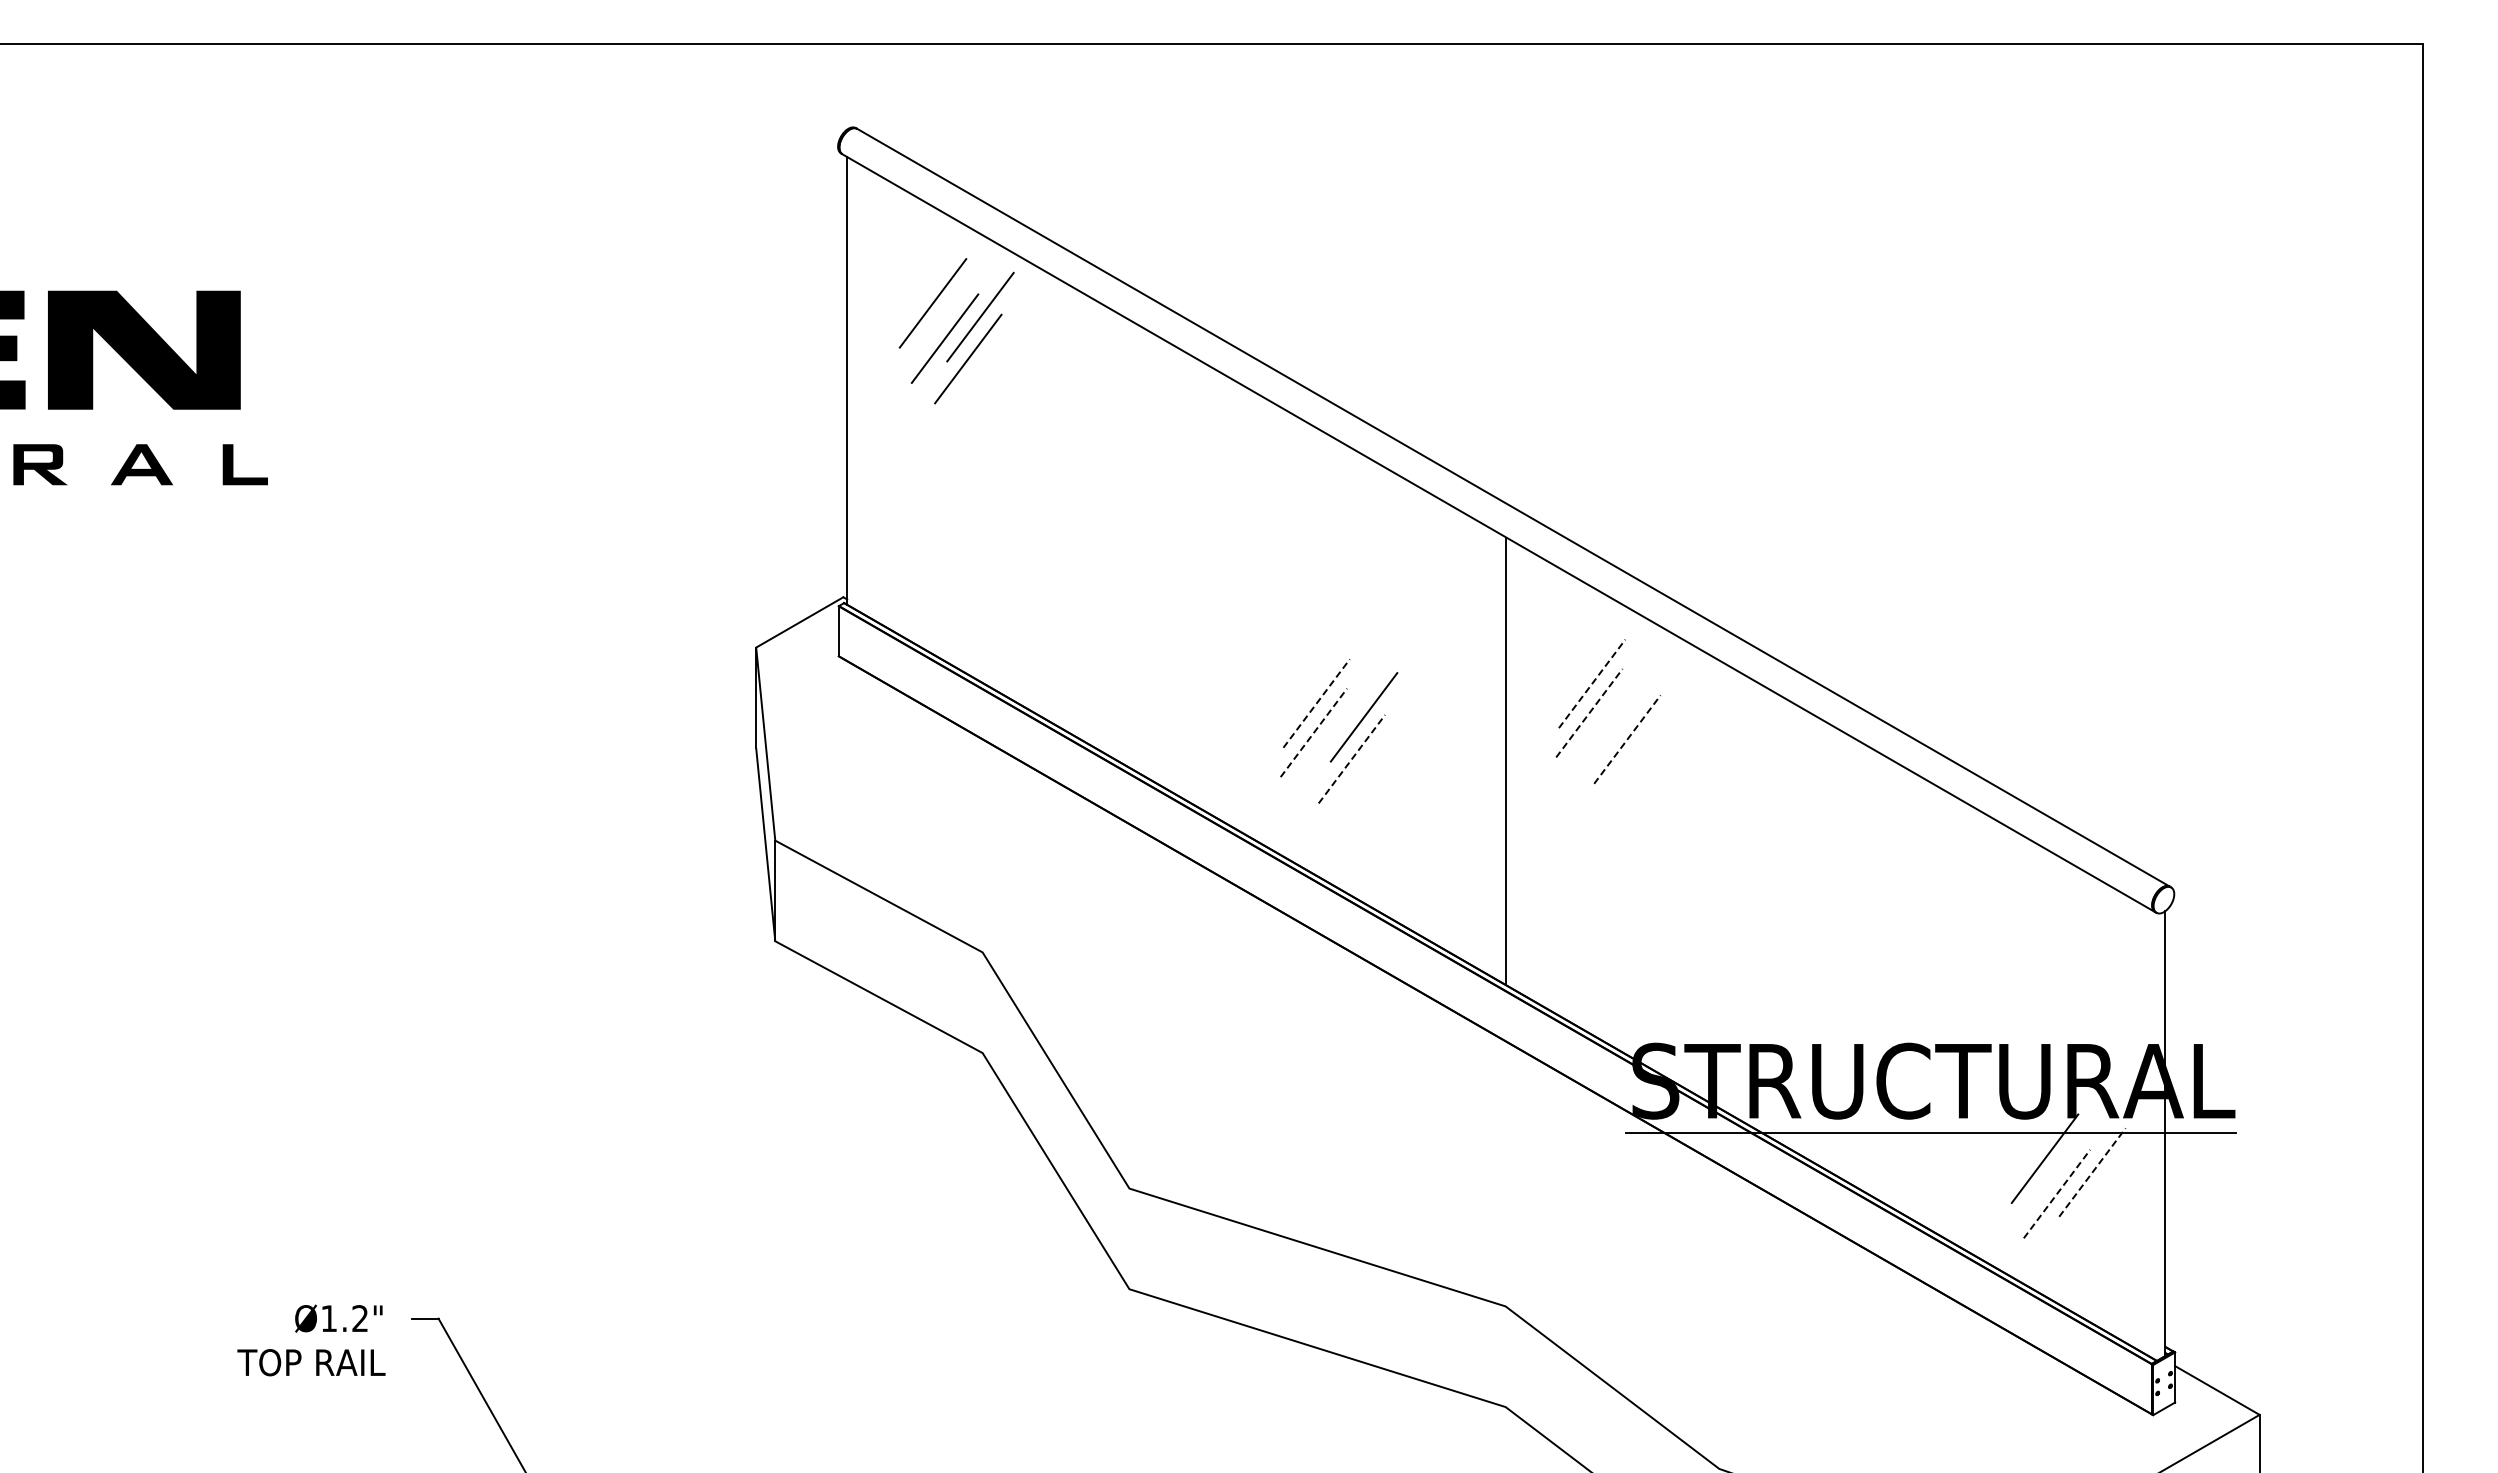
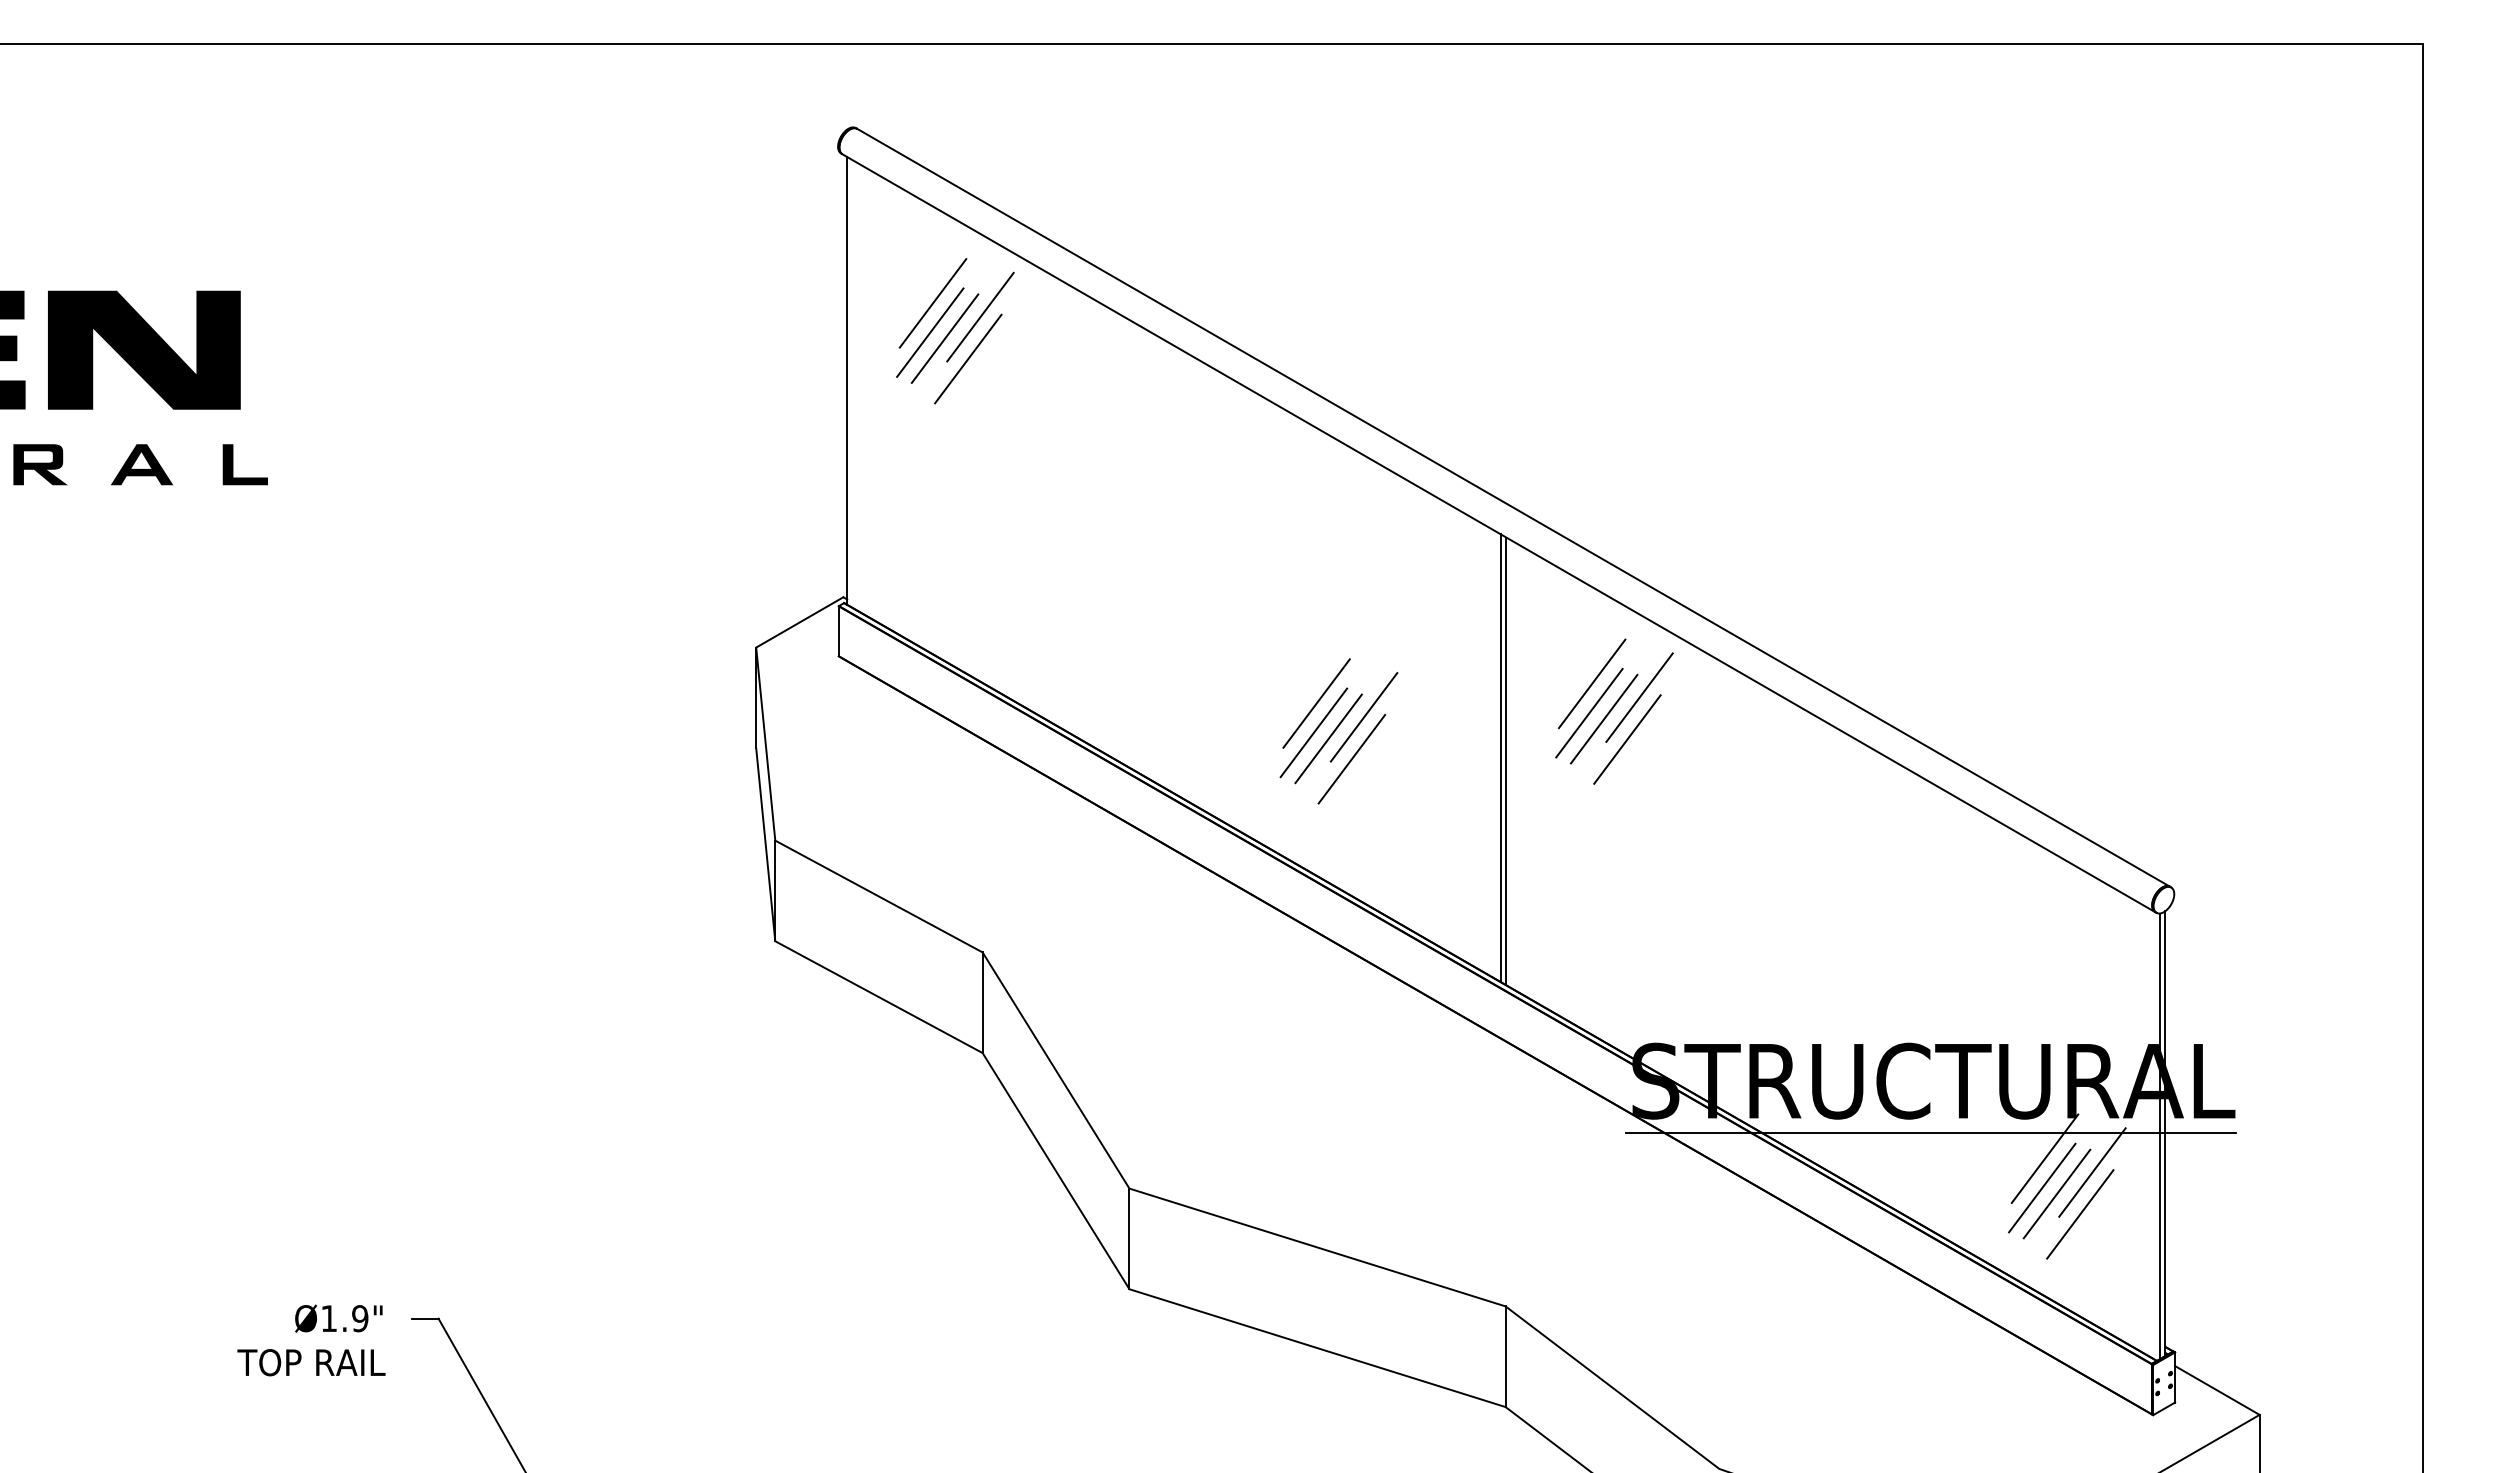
line at (930, 332): none -> present
line at (1592, 683): dashed -> solid
line at (1639, 697): none -> present
line at (1316, 703): dashed -> solid
line at (1589, 712): dashed -> solid
line at (1603, 718): none -> present
line at (1314, 732): dashed -> solid
line at (1328, 738): none -> present
line at (1627, 739): dashed -> solid
line at (1352, 758): dashed -> solid
line at (1500, 758): none -> present
line at (982, 1002): none -> present
line at (2159, 1136): none -> present
line at (2092, 1172): dashed -> solid
line at (2042, 1187): none -> present
line at (2057, 1193): dashed -> solid
line at (2080, 1214): none -> present
line at (1129, 1238): none -> present
text at (360, 1318): Ø1.2" -> Ø1.9"
line at (1505, 1356): none -> present
